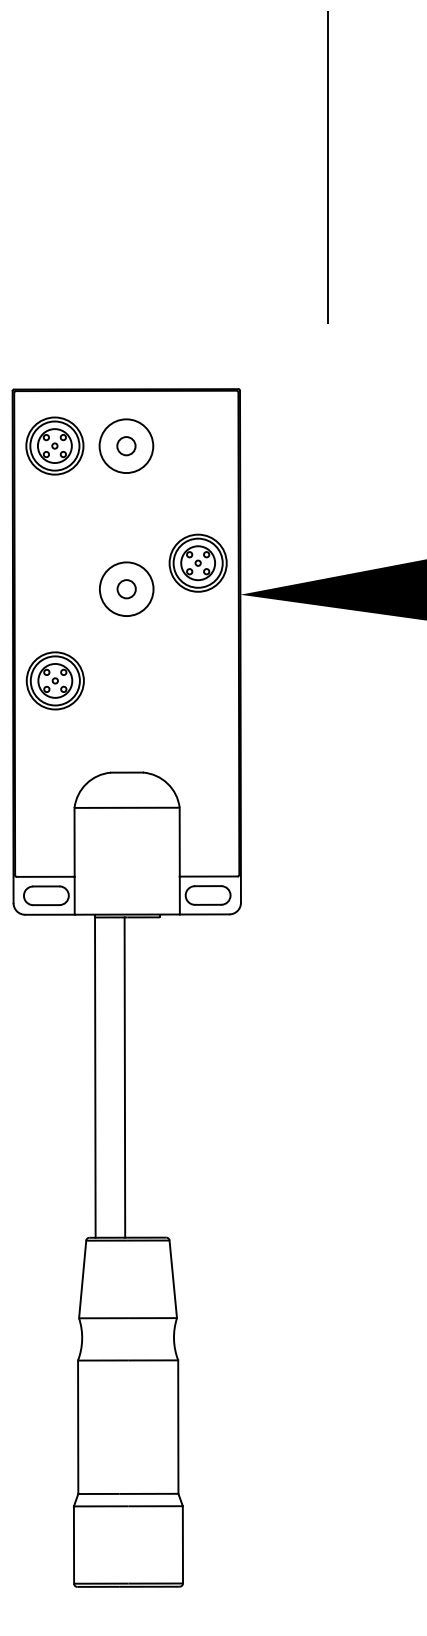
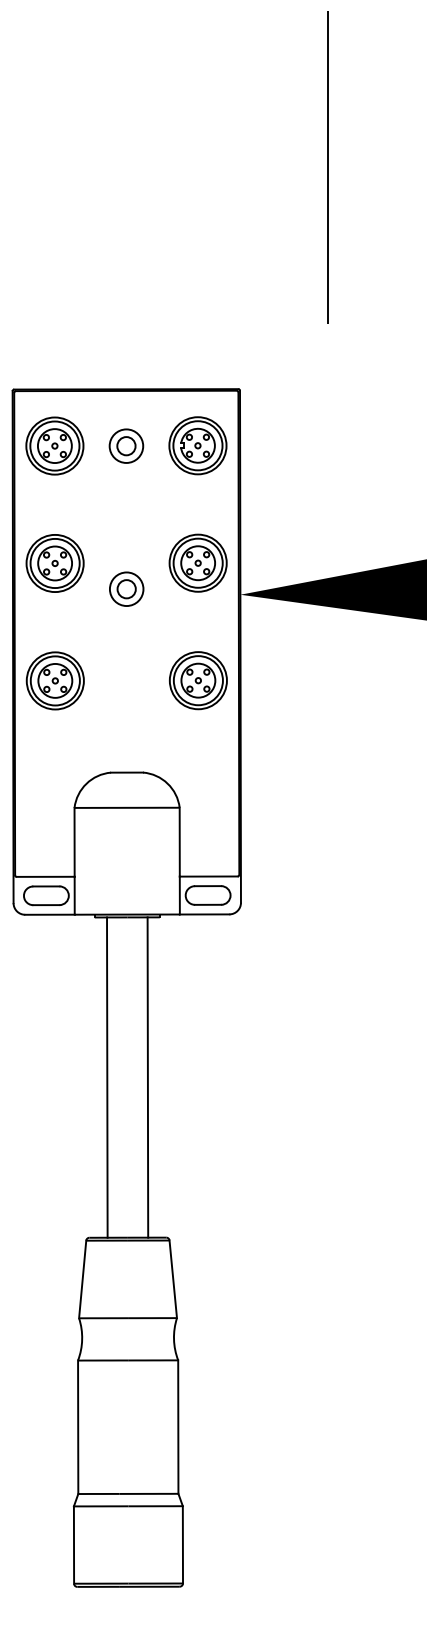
part at (197, 445): none -> present
circle at (126, 446) diameter: 54 px -> 34 px
part at (54, 563): none -> present
circle at (126, 589) diameter: 54 px -> 34 px
part at (198, 680): none -> present
line at (95, 1077) position: (95, 1077) -> (107, 1077)
line at (124, 1077) position: (124, 1077) -> (147, 1077)
